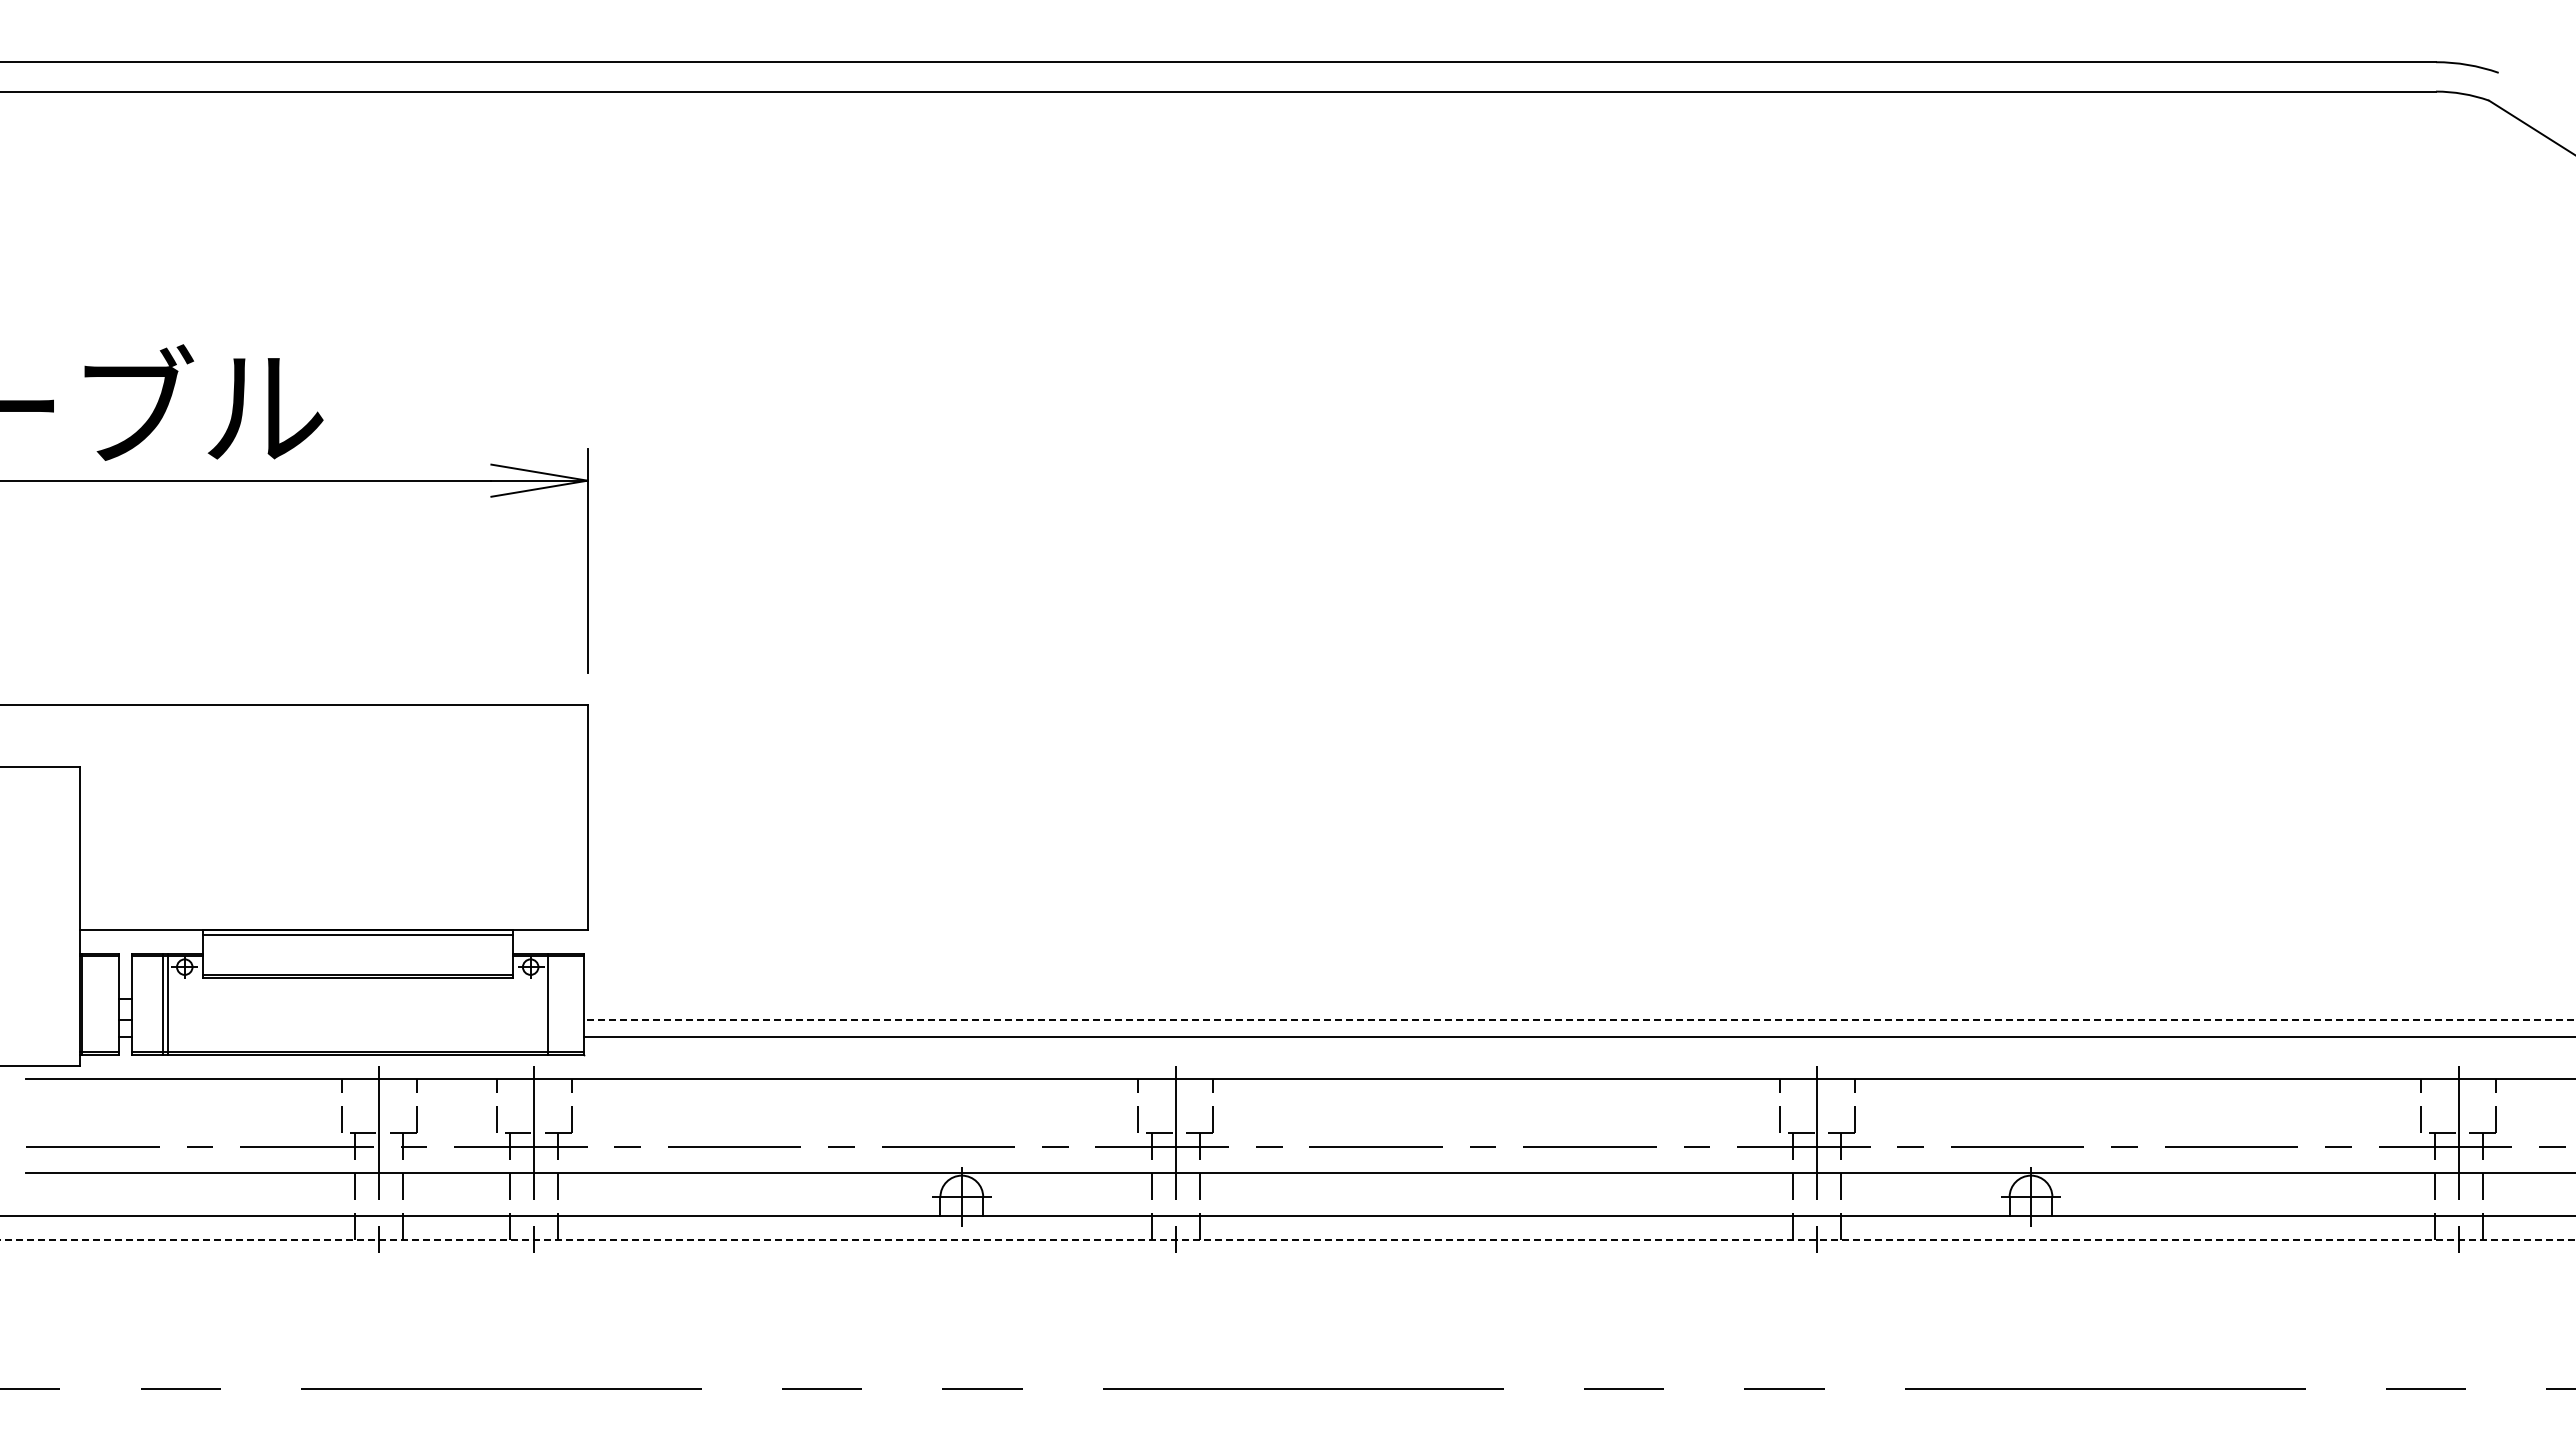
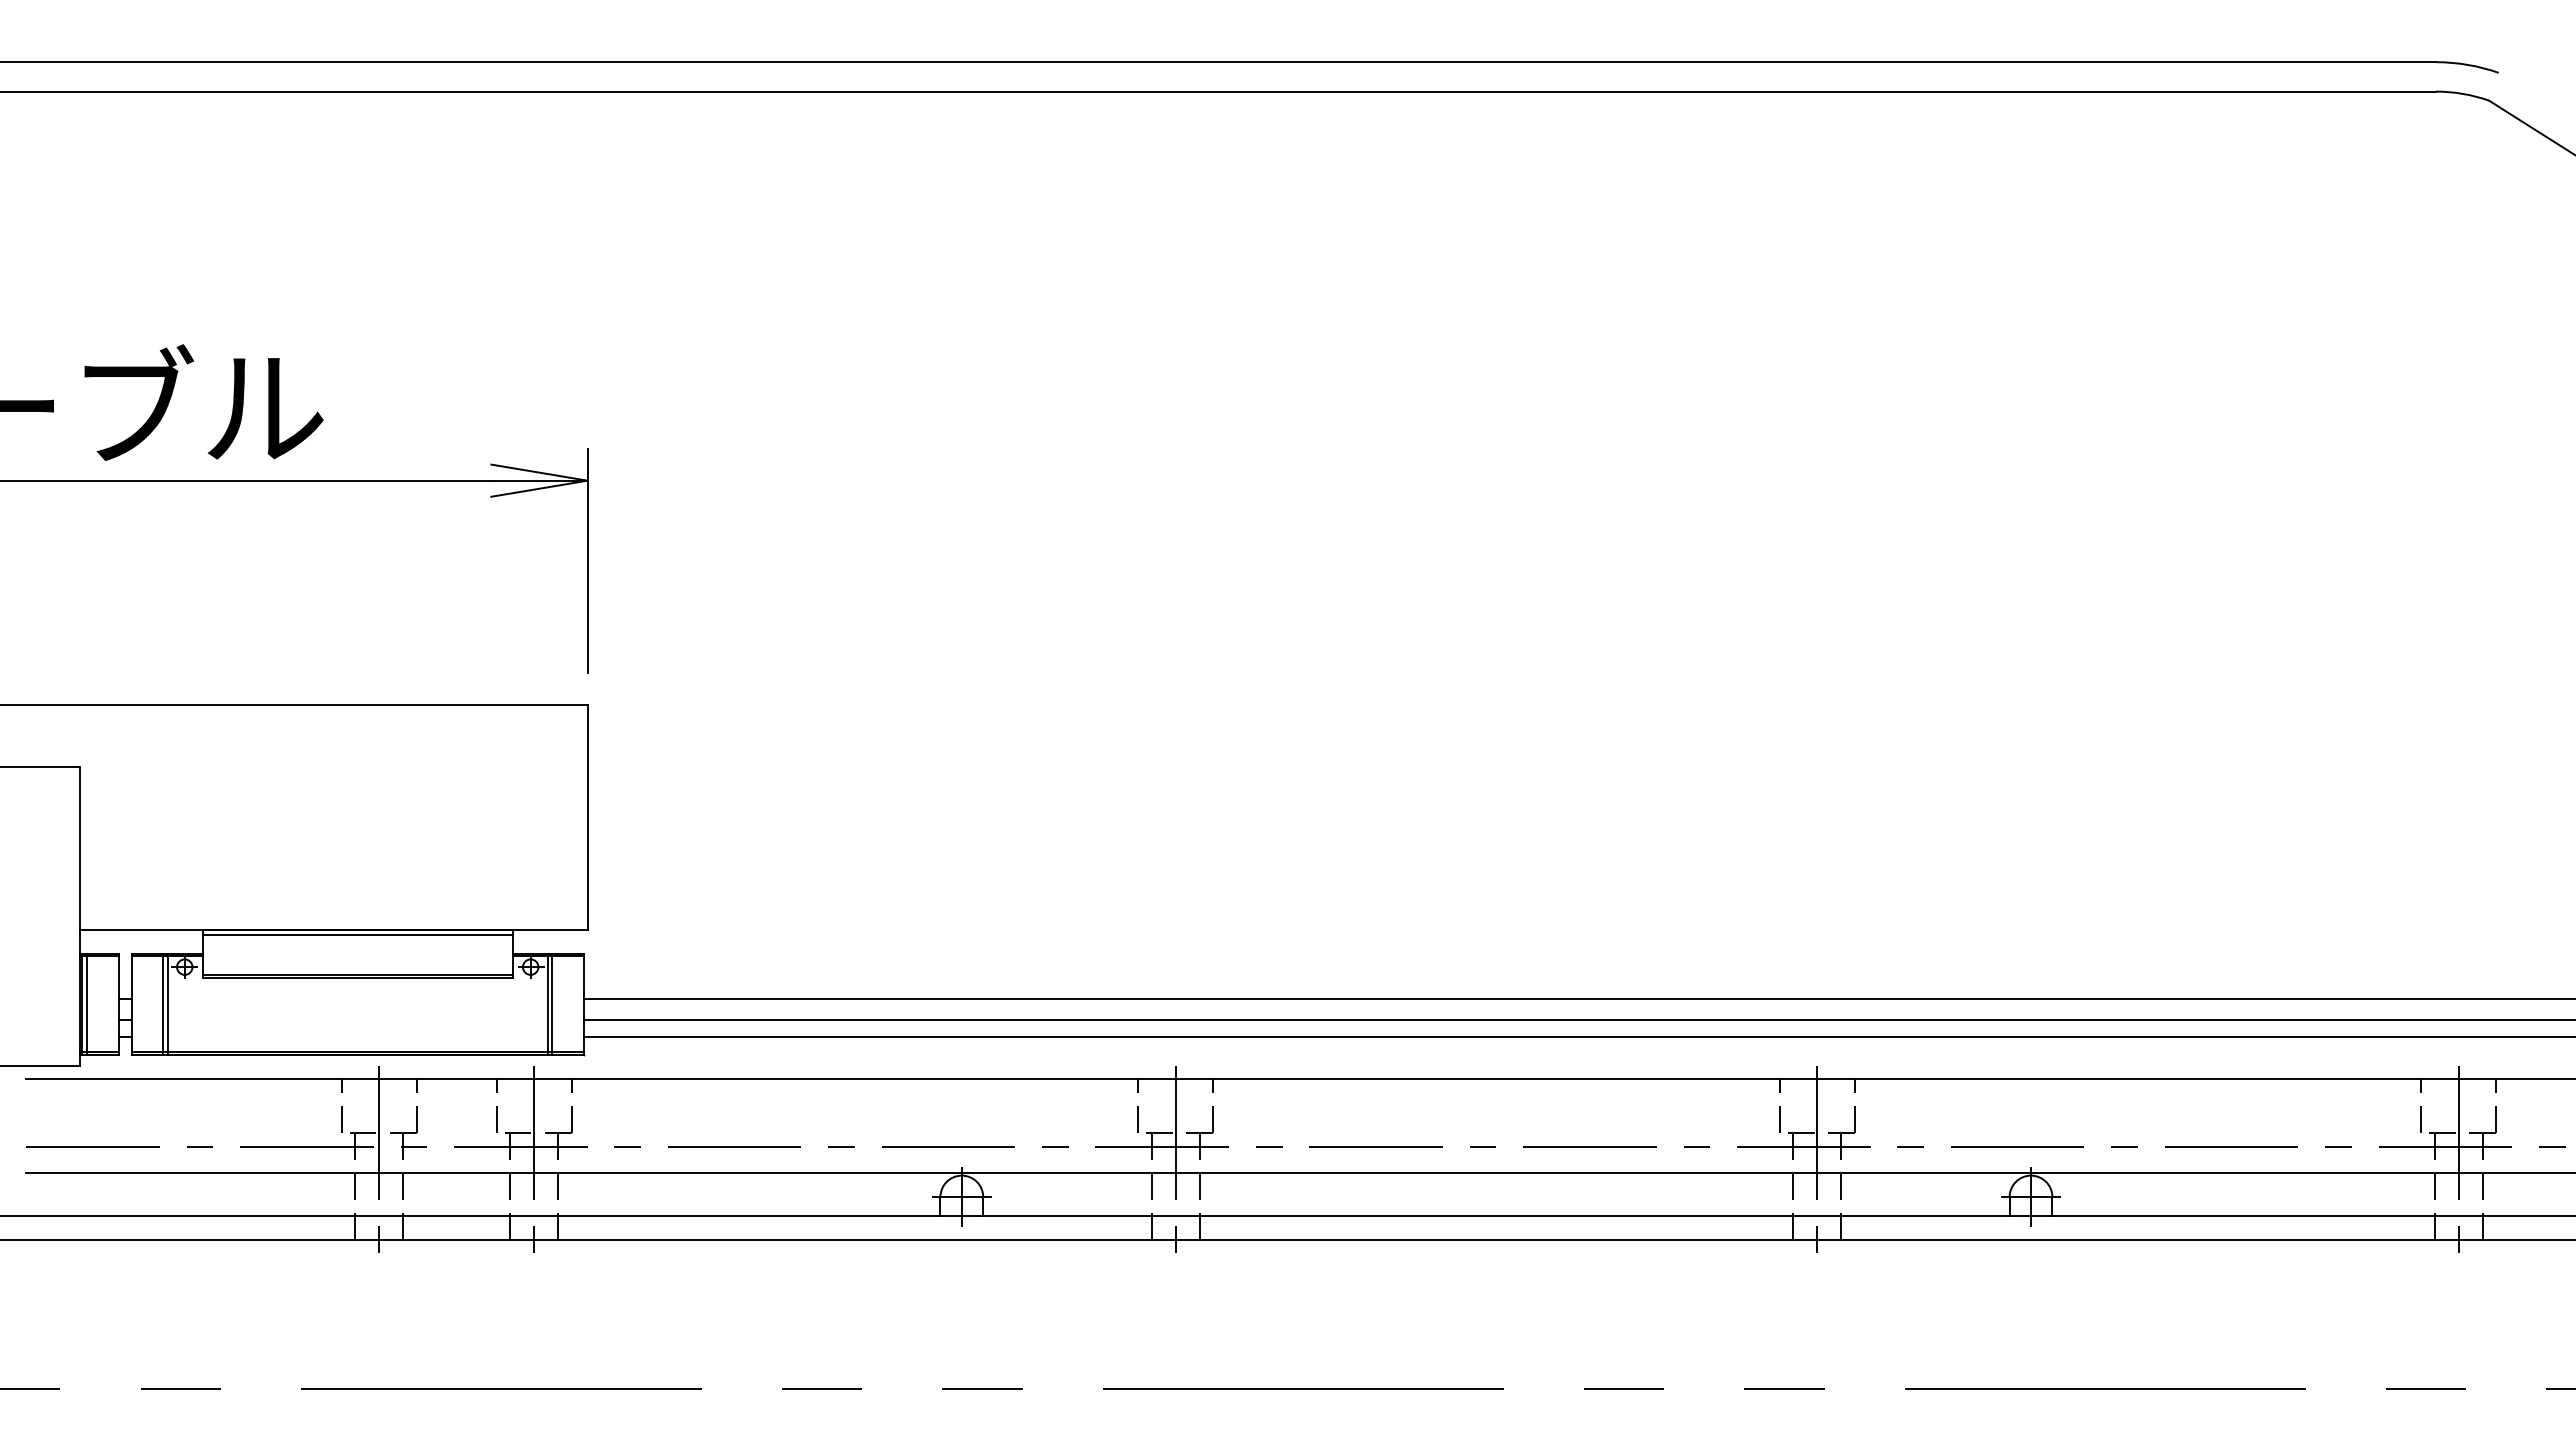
line at (1577, 999): none -> present
line at (86, 1003): none -> present
line at (552, 1003): none -> present
line at (1579, 1020): dashed -> solid
line at (1288, 1239): dashed -> solid
